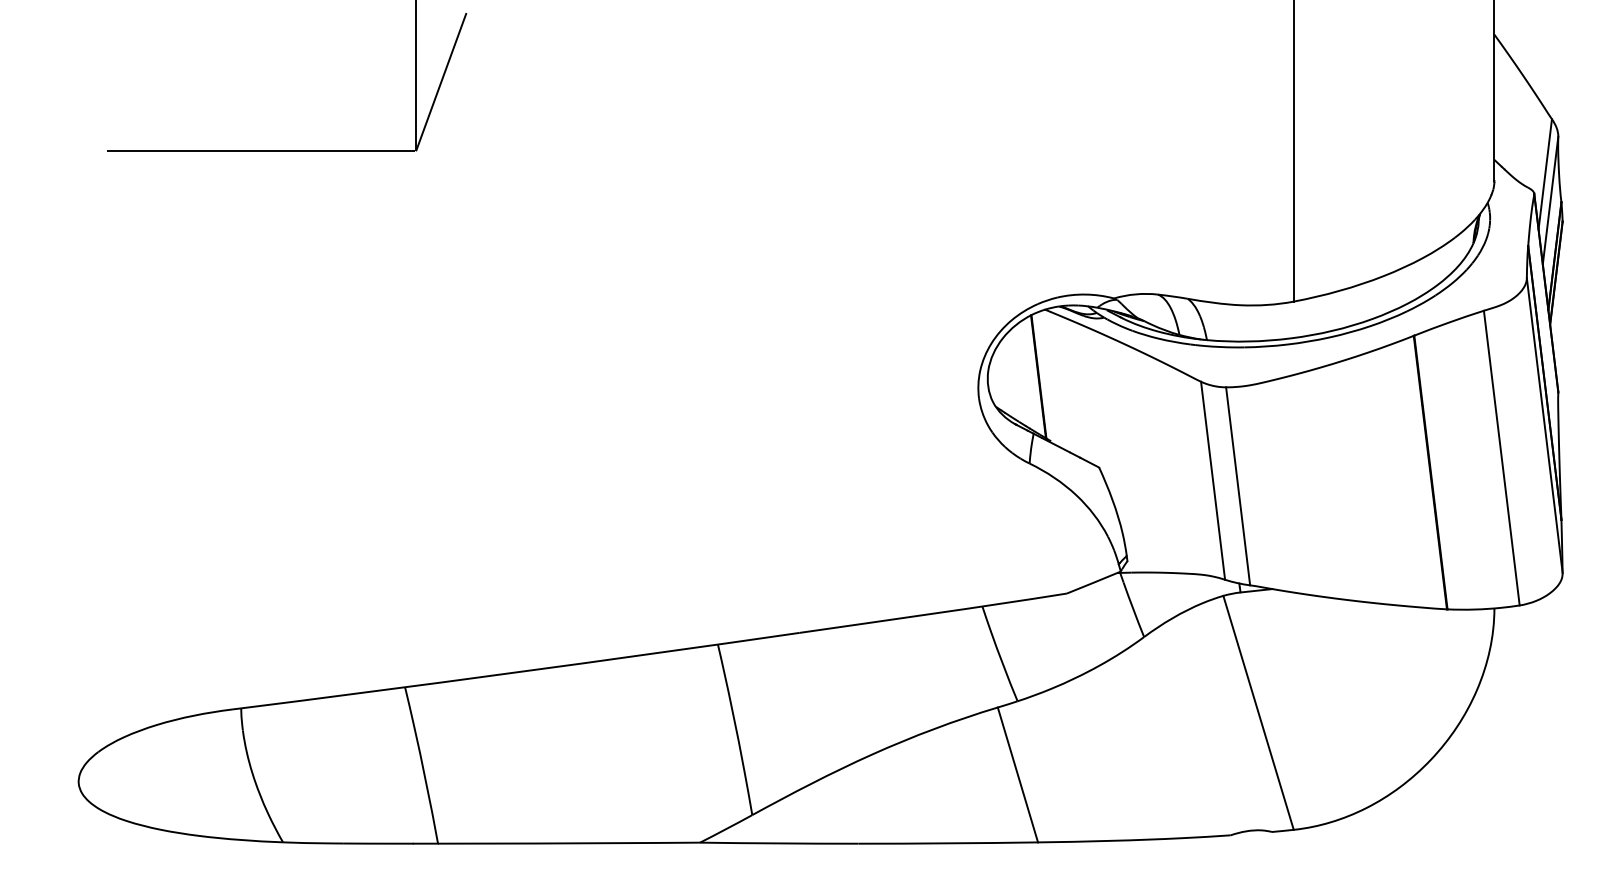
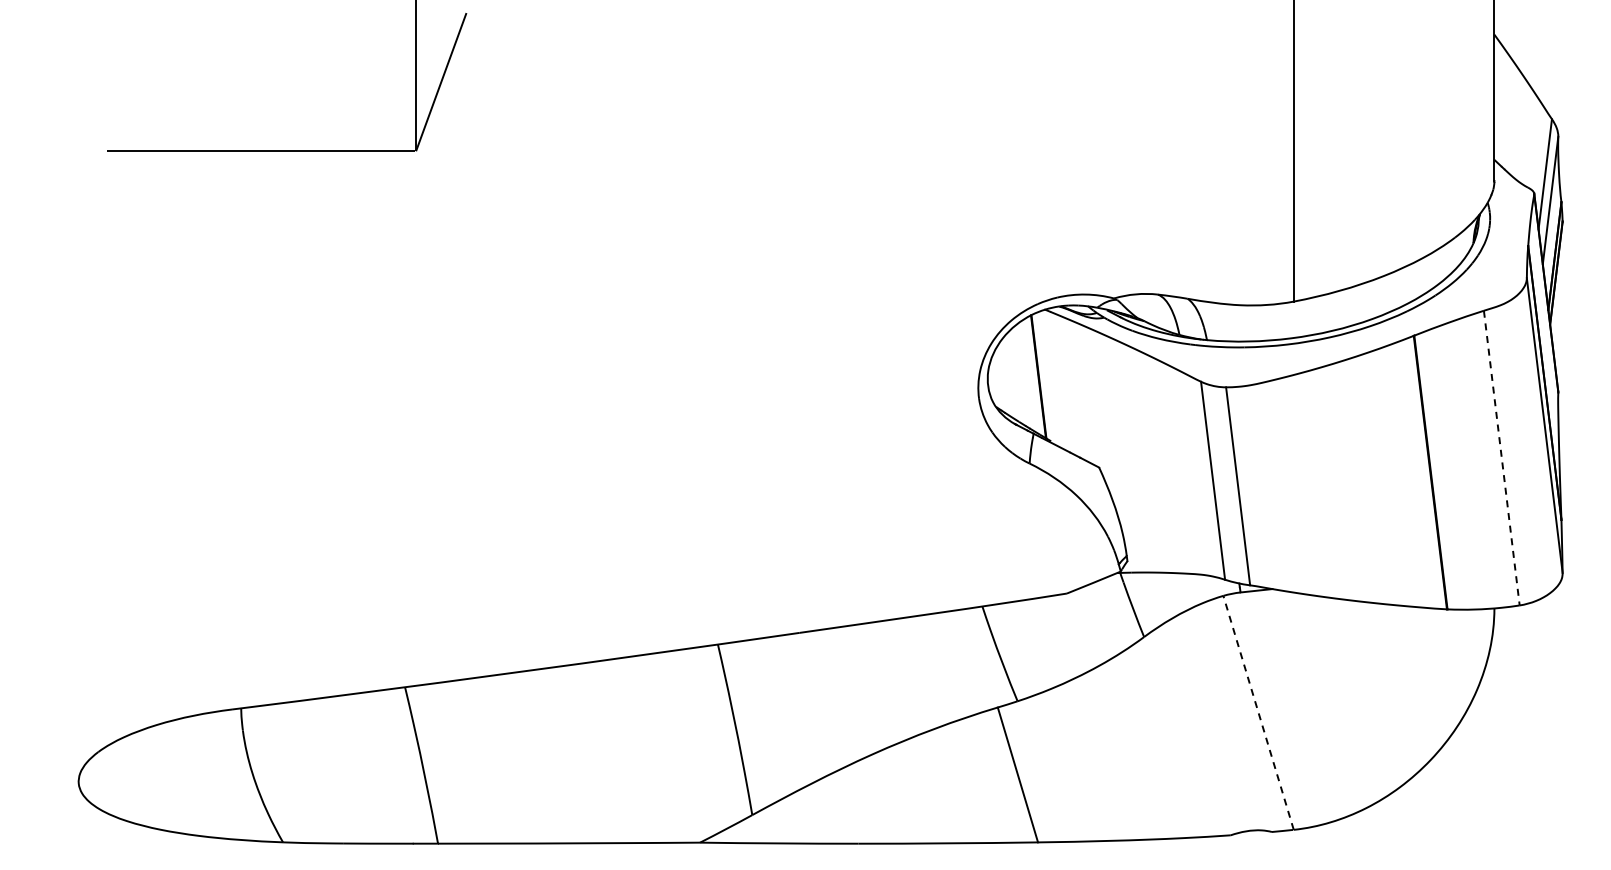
line at (1501, 458): solid -> dashed
line at (1258, 712): solid -> dashed
